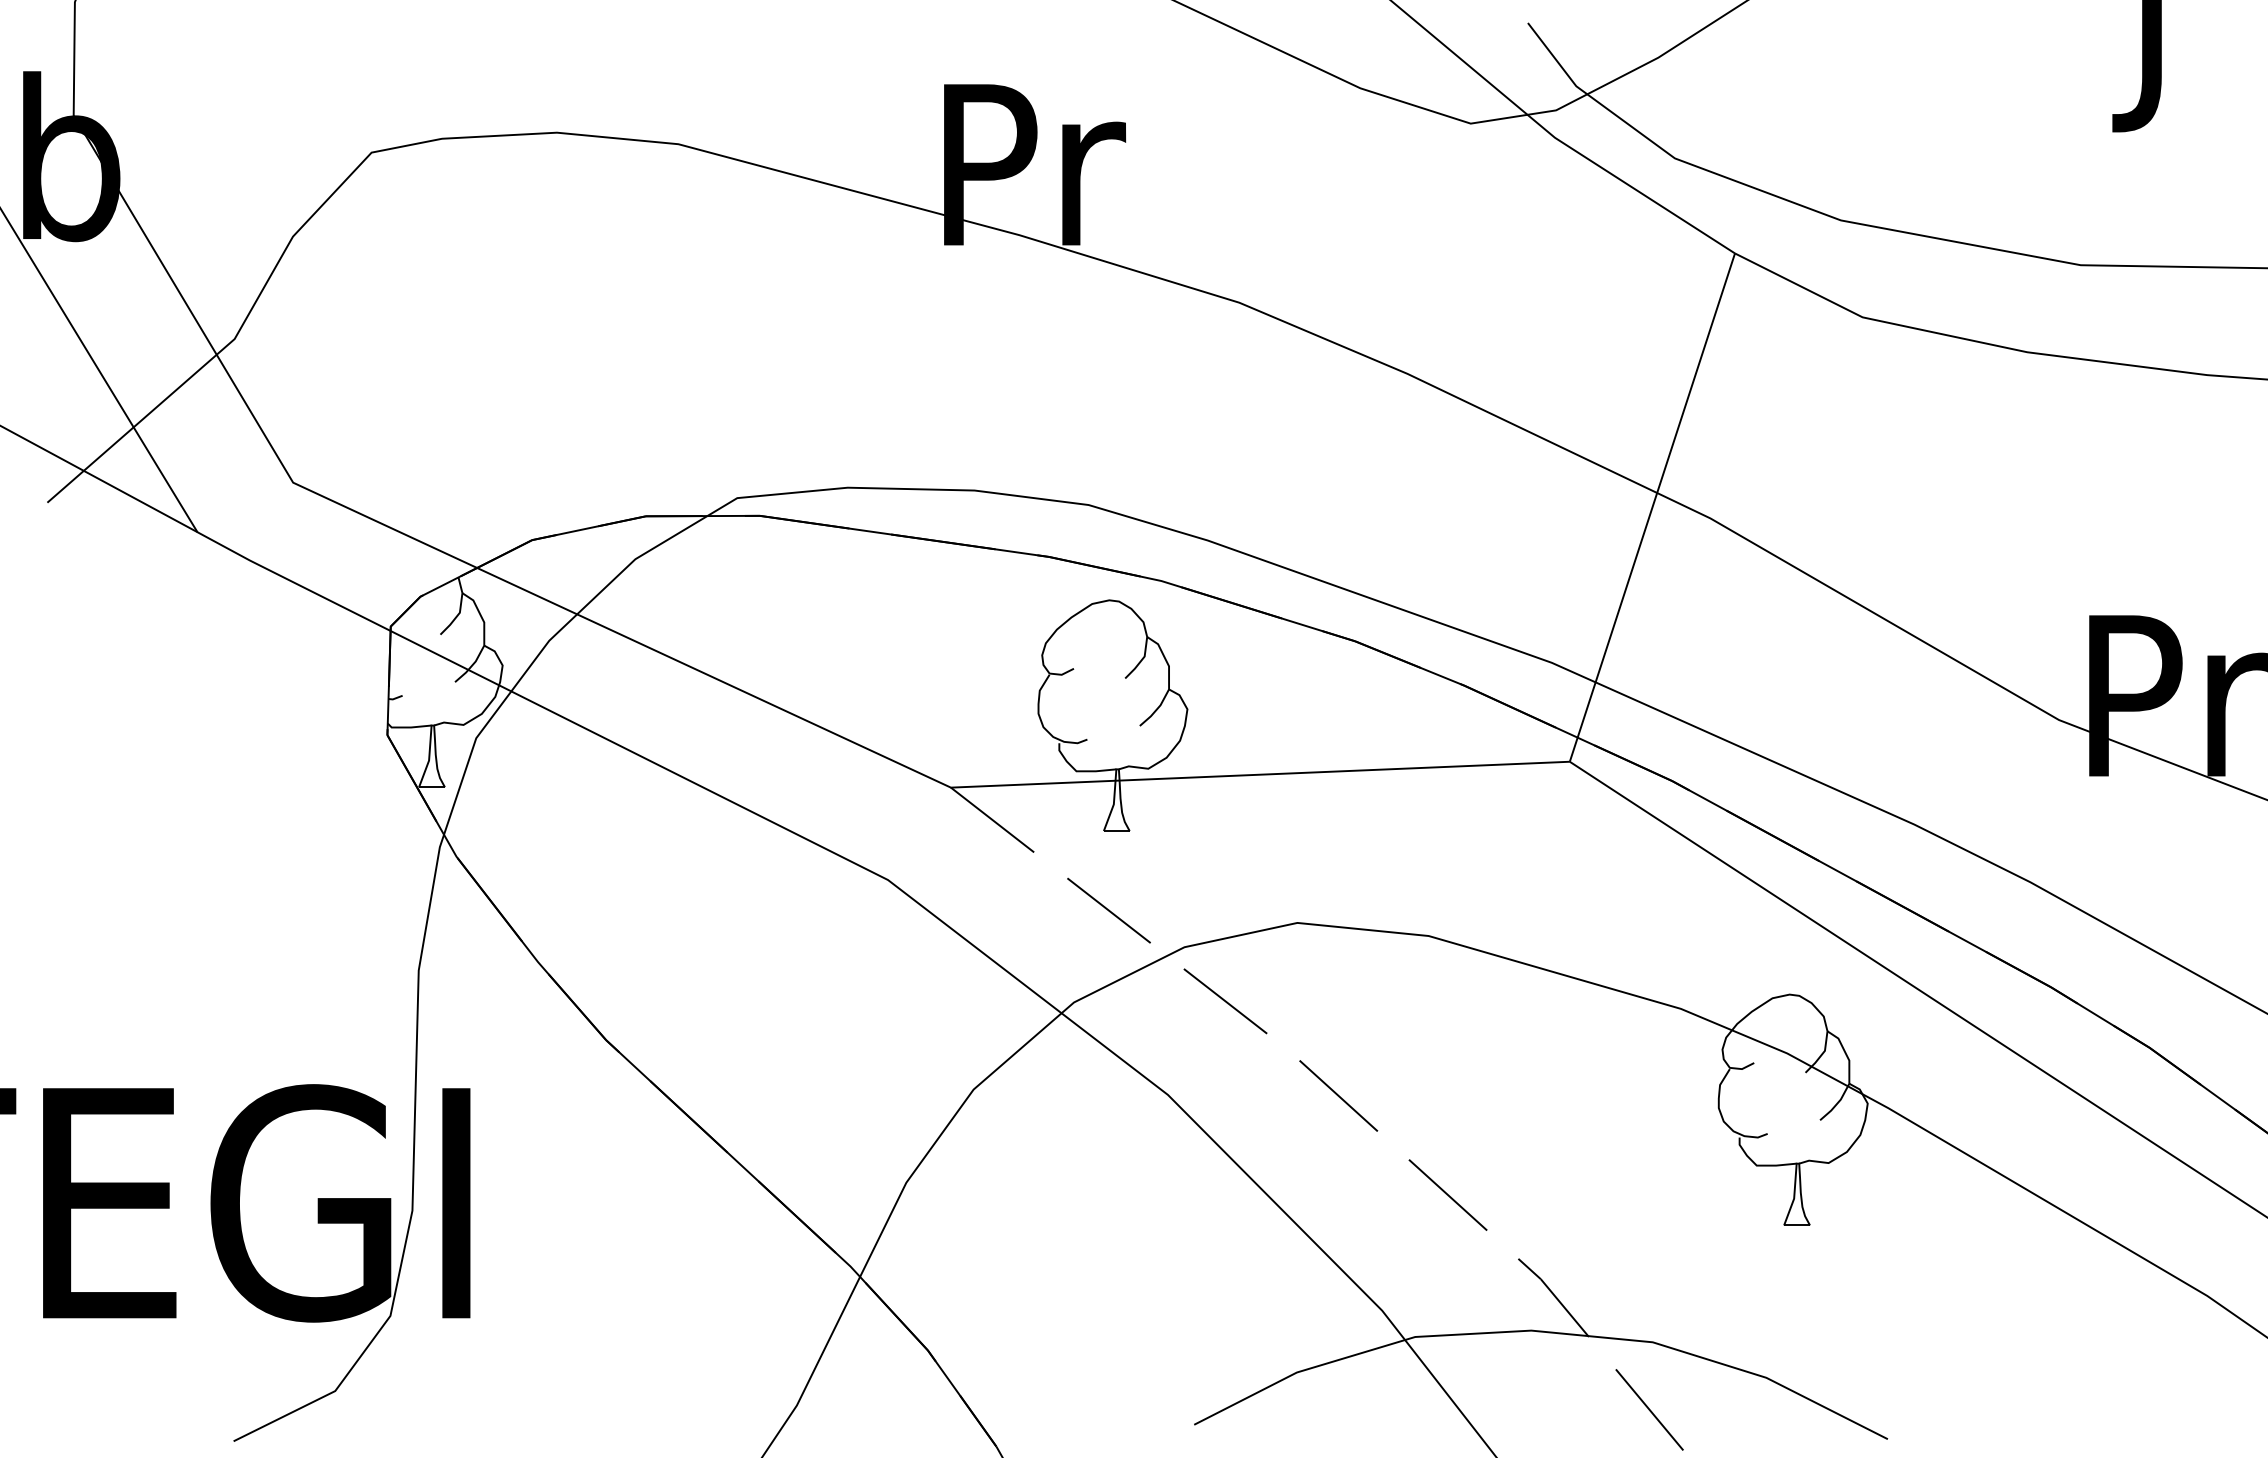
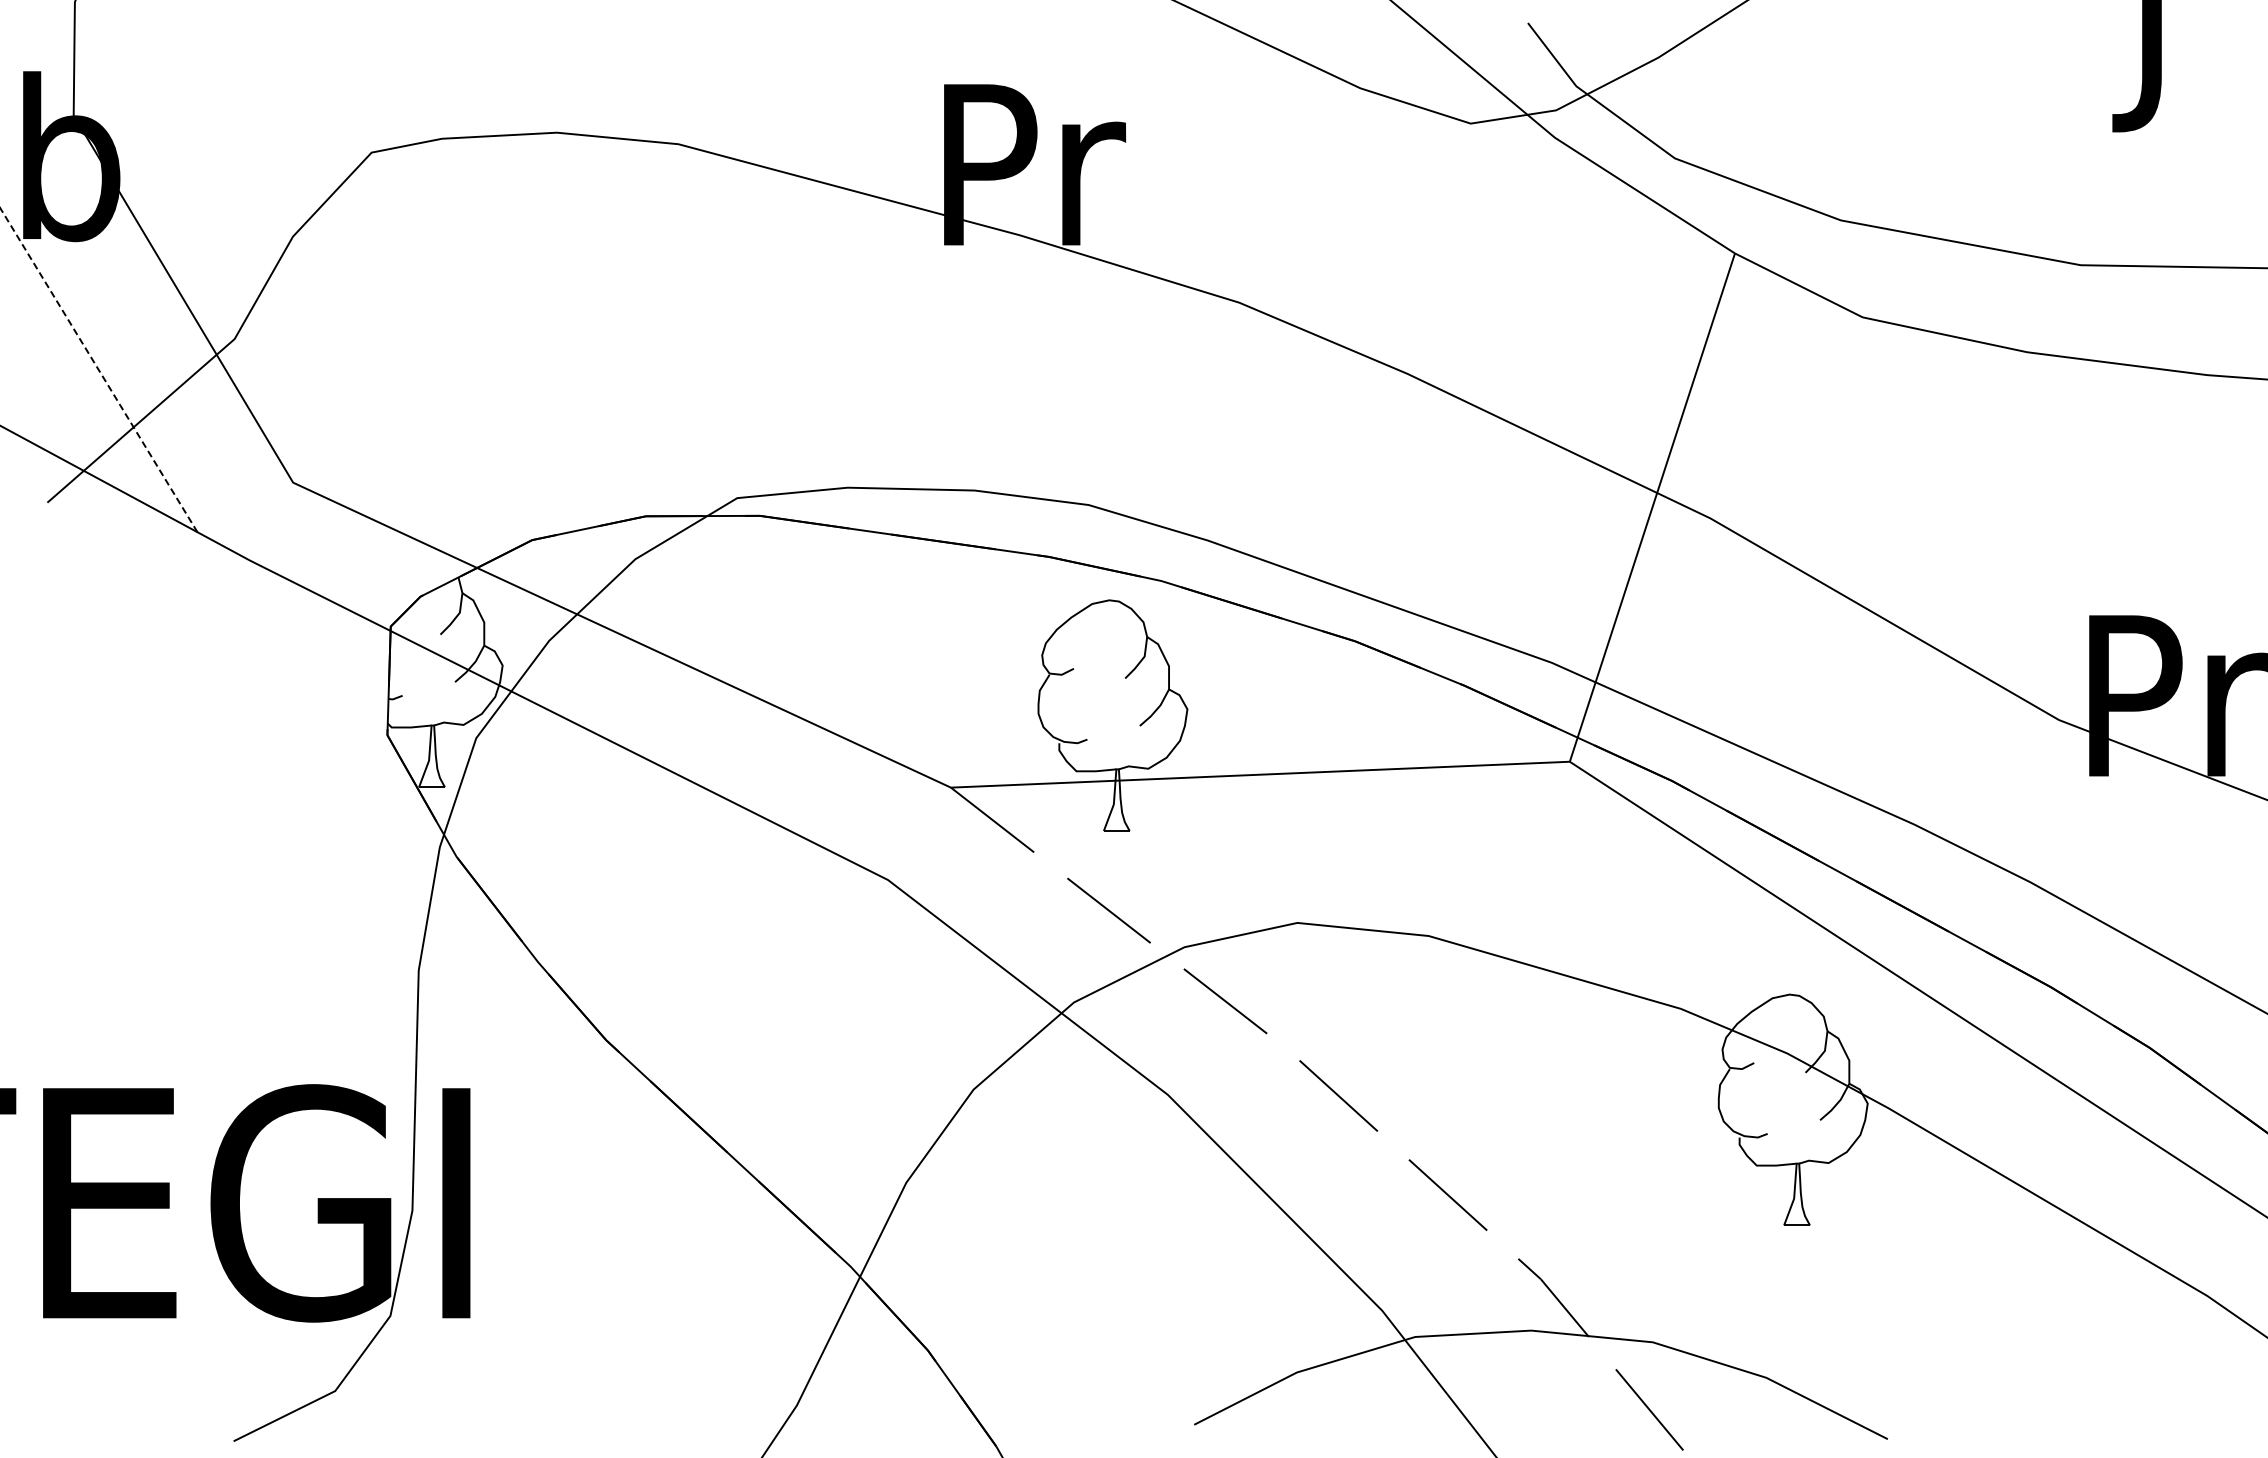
line at (98, 370): solid -> dashed
